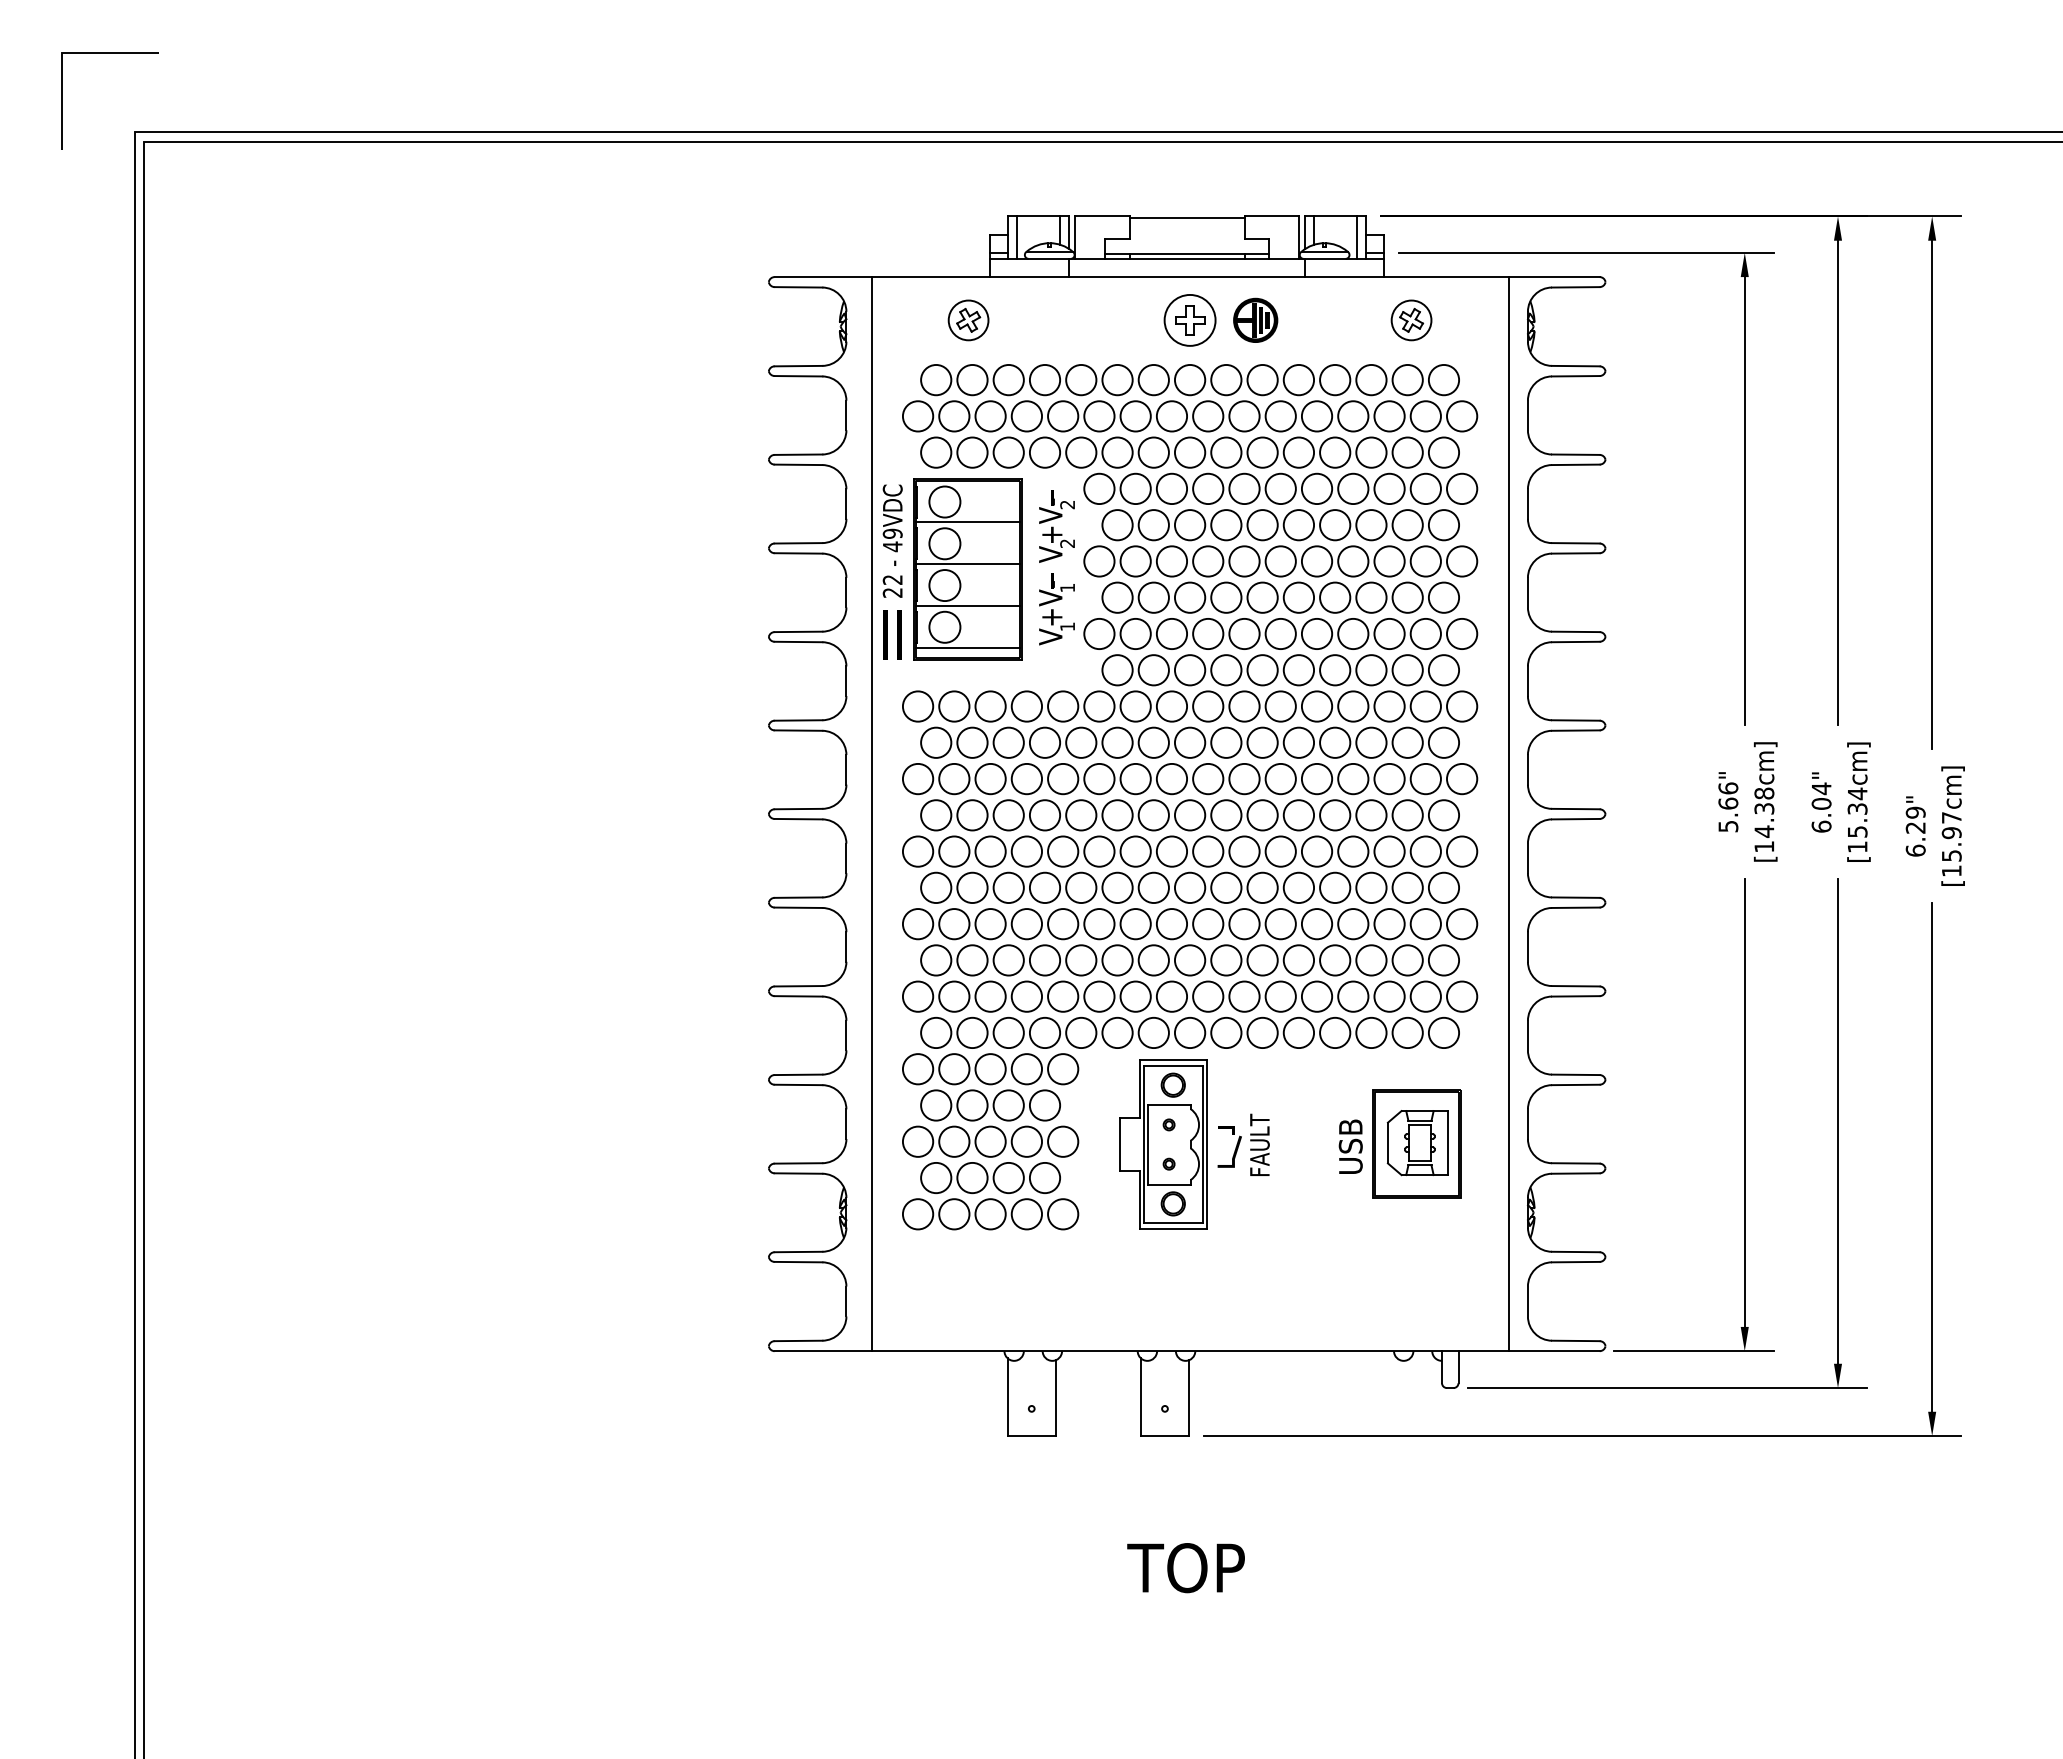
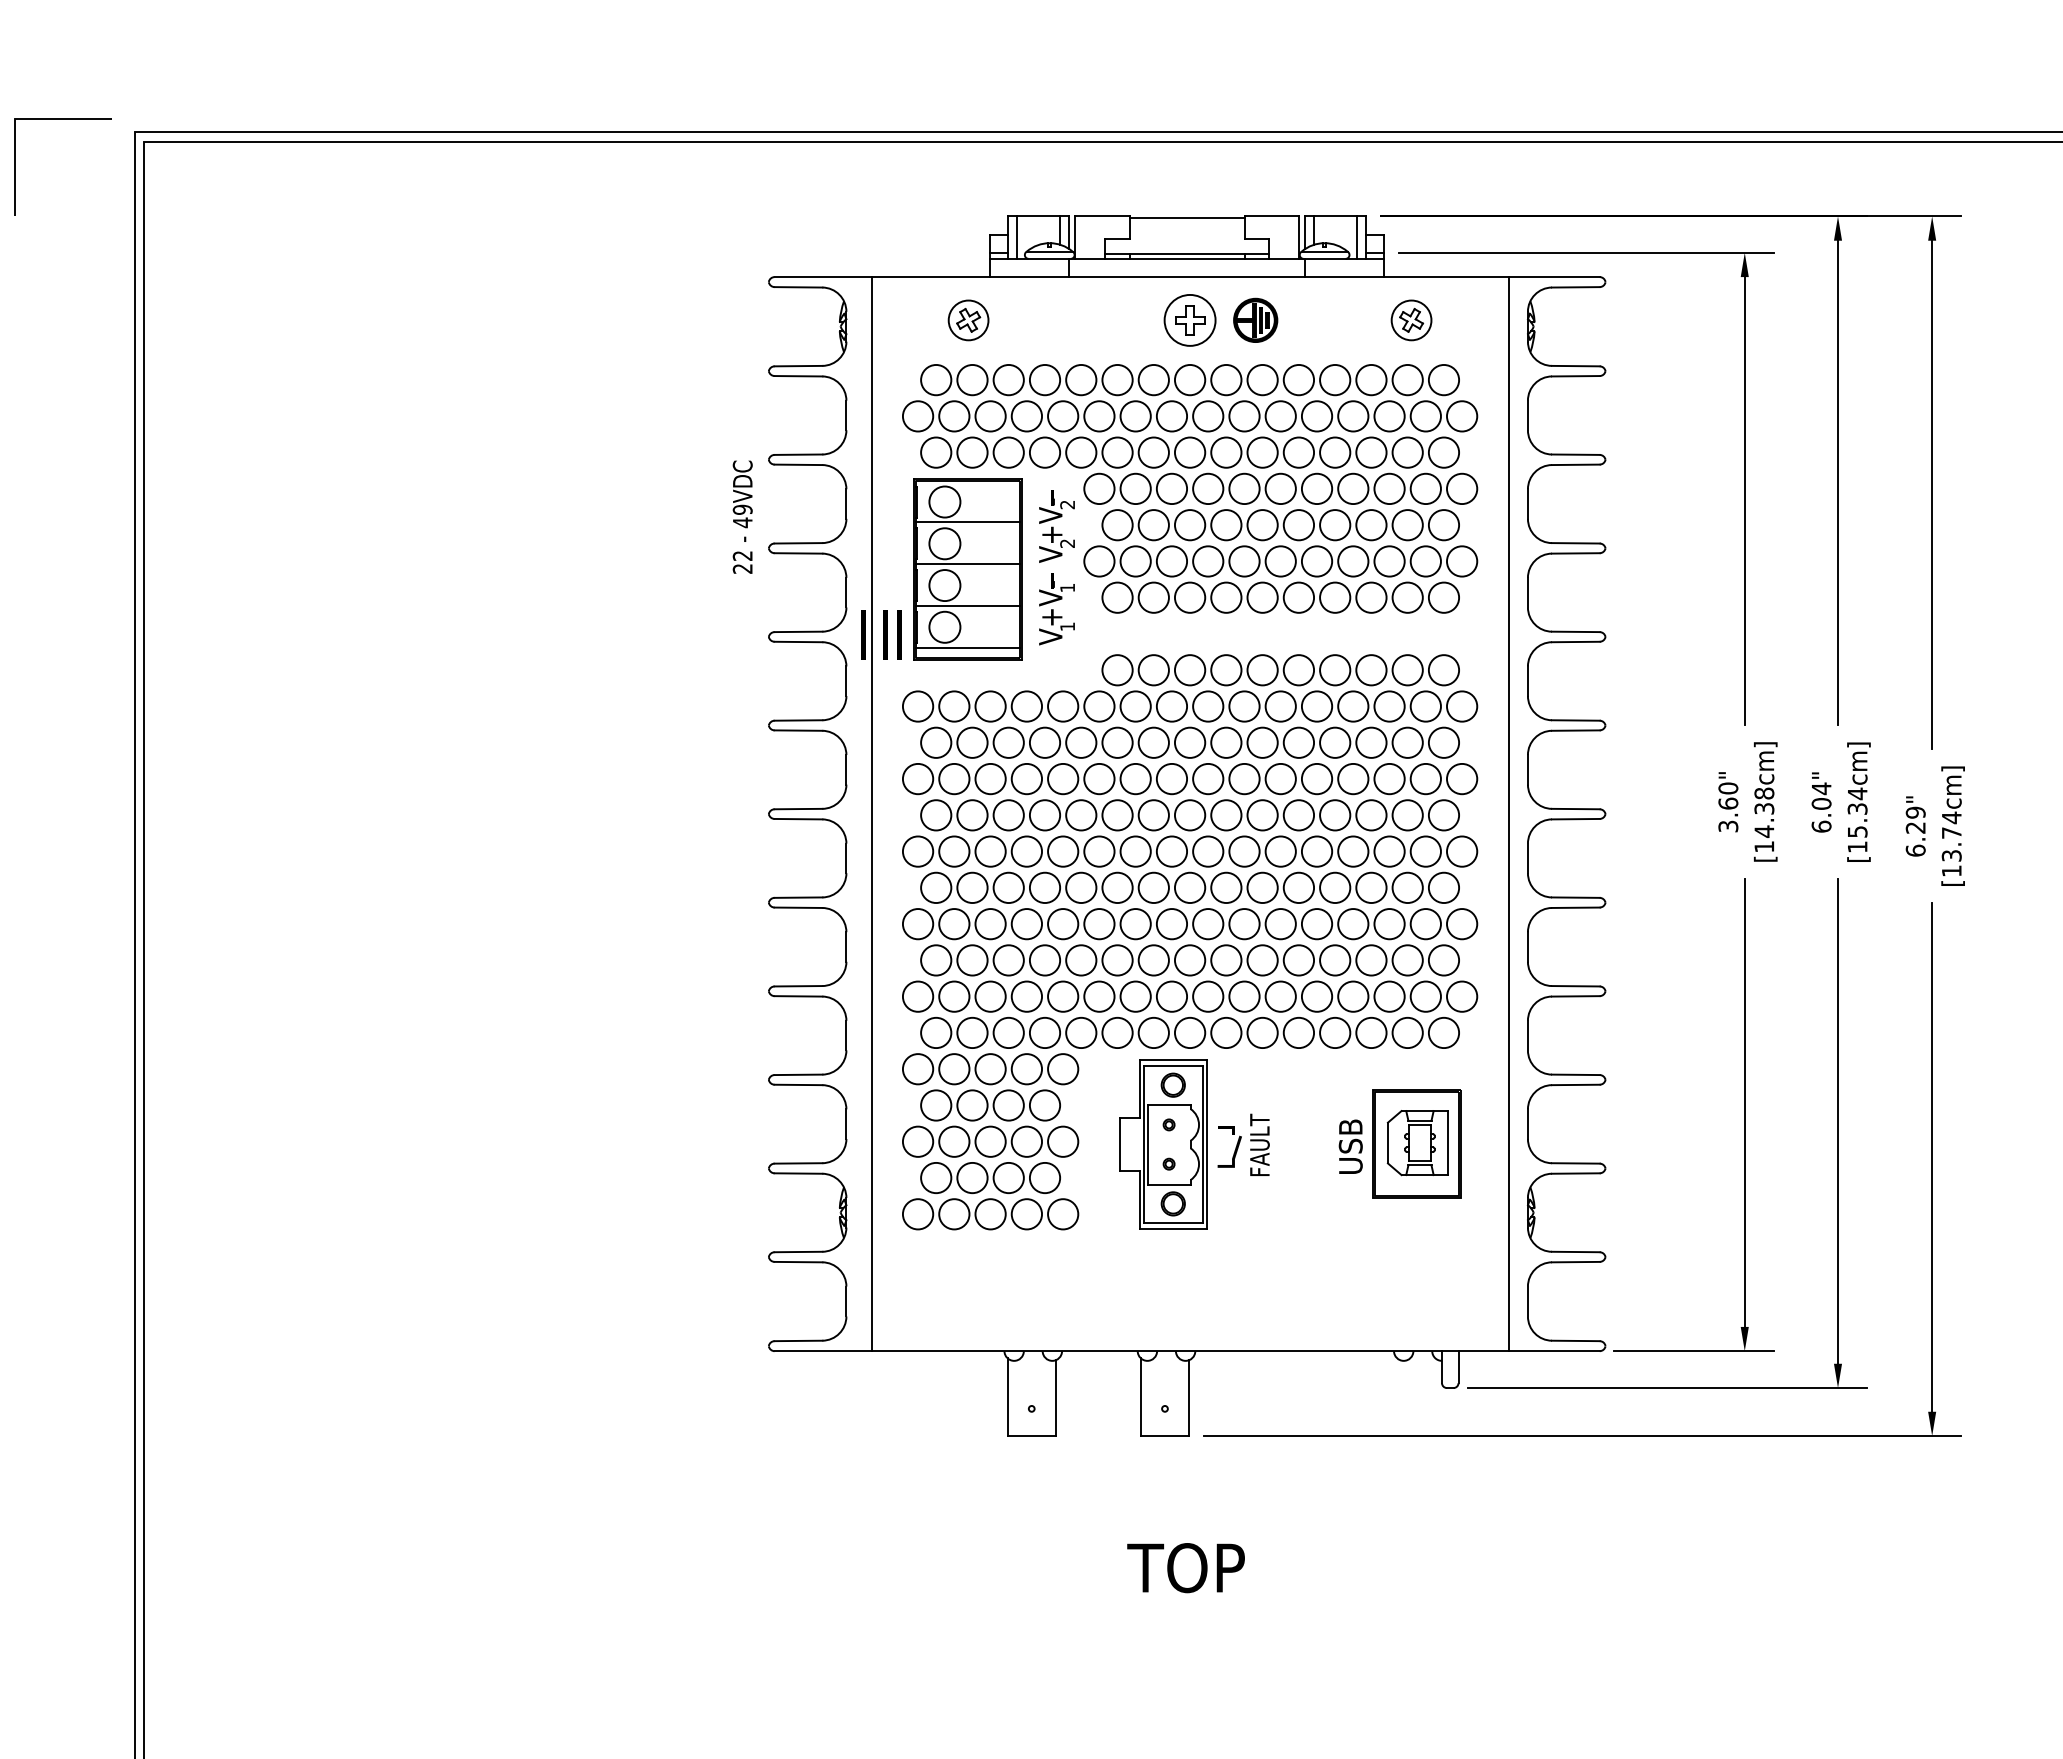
line at (109, 53) position: (109, 53) -> (62, 119)
text at (892, 540) position: (892, 540) -> (742, 516)
part at (1280, 633): present -> none
line at (863, 634): none -> present
text at (1728, 806): 5.66" -> 3.60"
text at (1951, 836): [15.97cm] -> [13.74cm]
